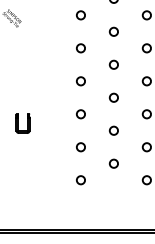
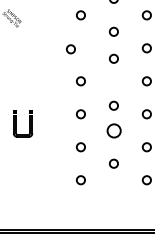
circle at (80, 48) position: (80, 48) -> (70, 49)
circle at (113, 64) position: (113, 64) -> (113, 58)
circle at (113, 97) position: (113, 97) -> (113, 105)
part at (22, 123) size: 16x21 px -> 21x28 px
circle at (113, 130) size: 11x11 px -> 16x16 px
